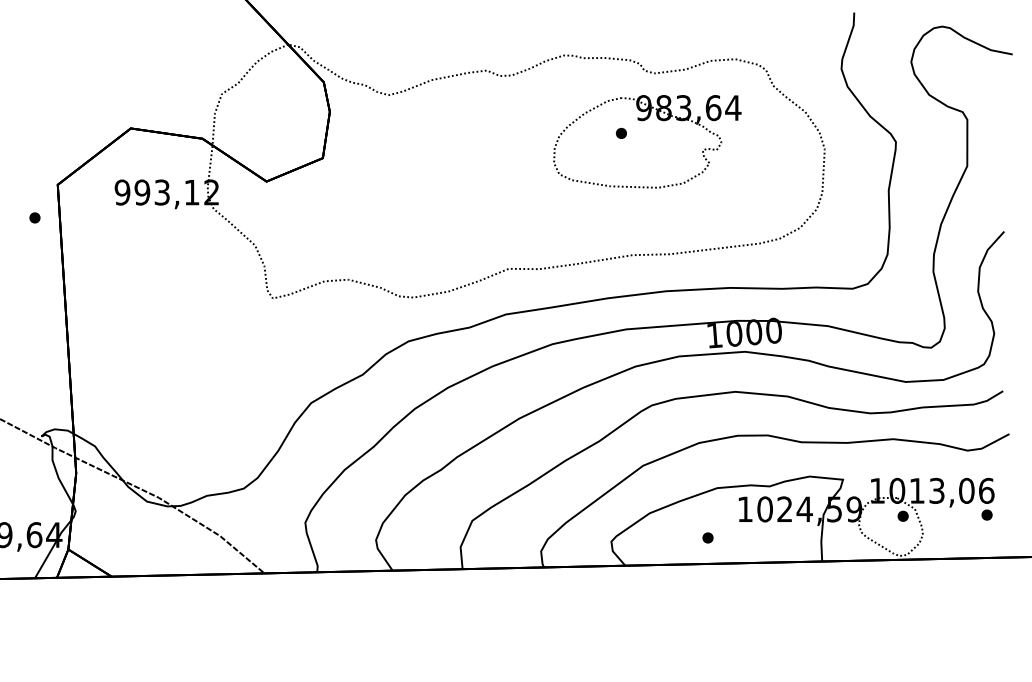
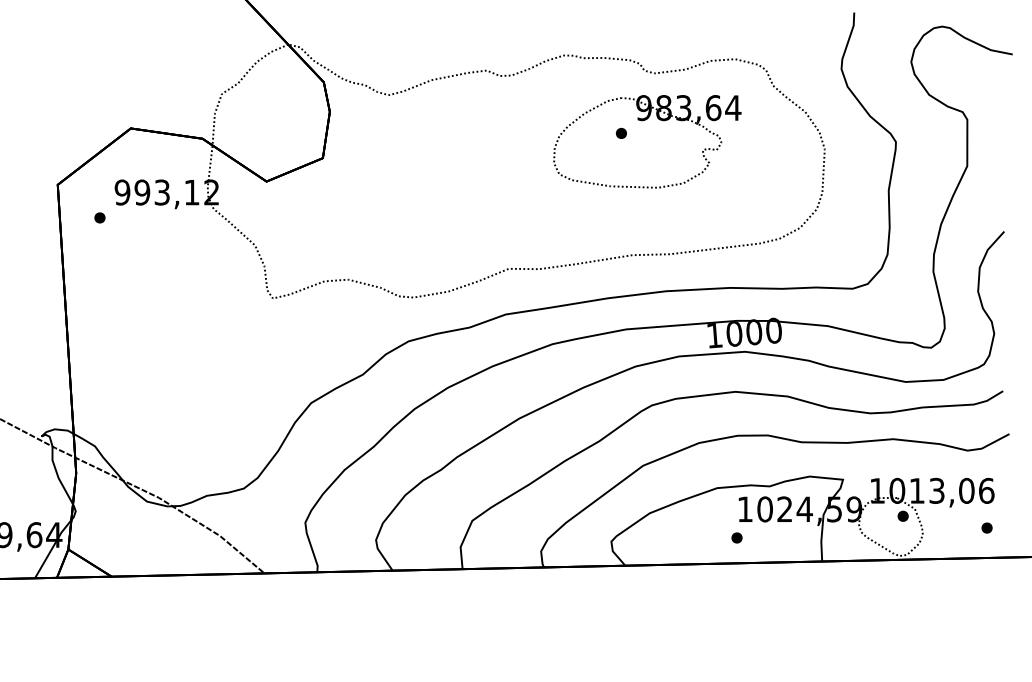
part at (34, 217) position: (34, 217) -> (99, 217)
part at (986, 514) position: (986, 514) -> (986, 527)
part at (707, 537) position: (707, 537) -> (736, 537)
